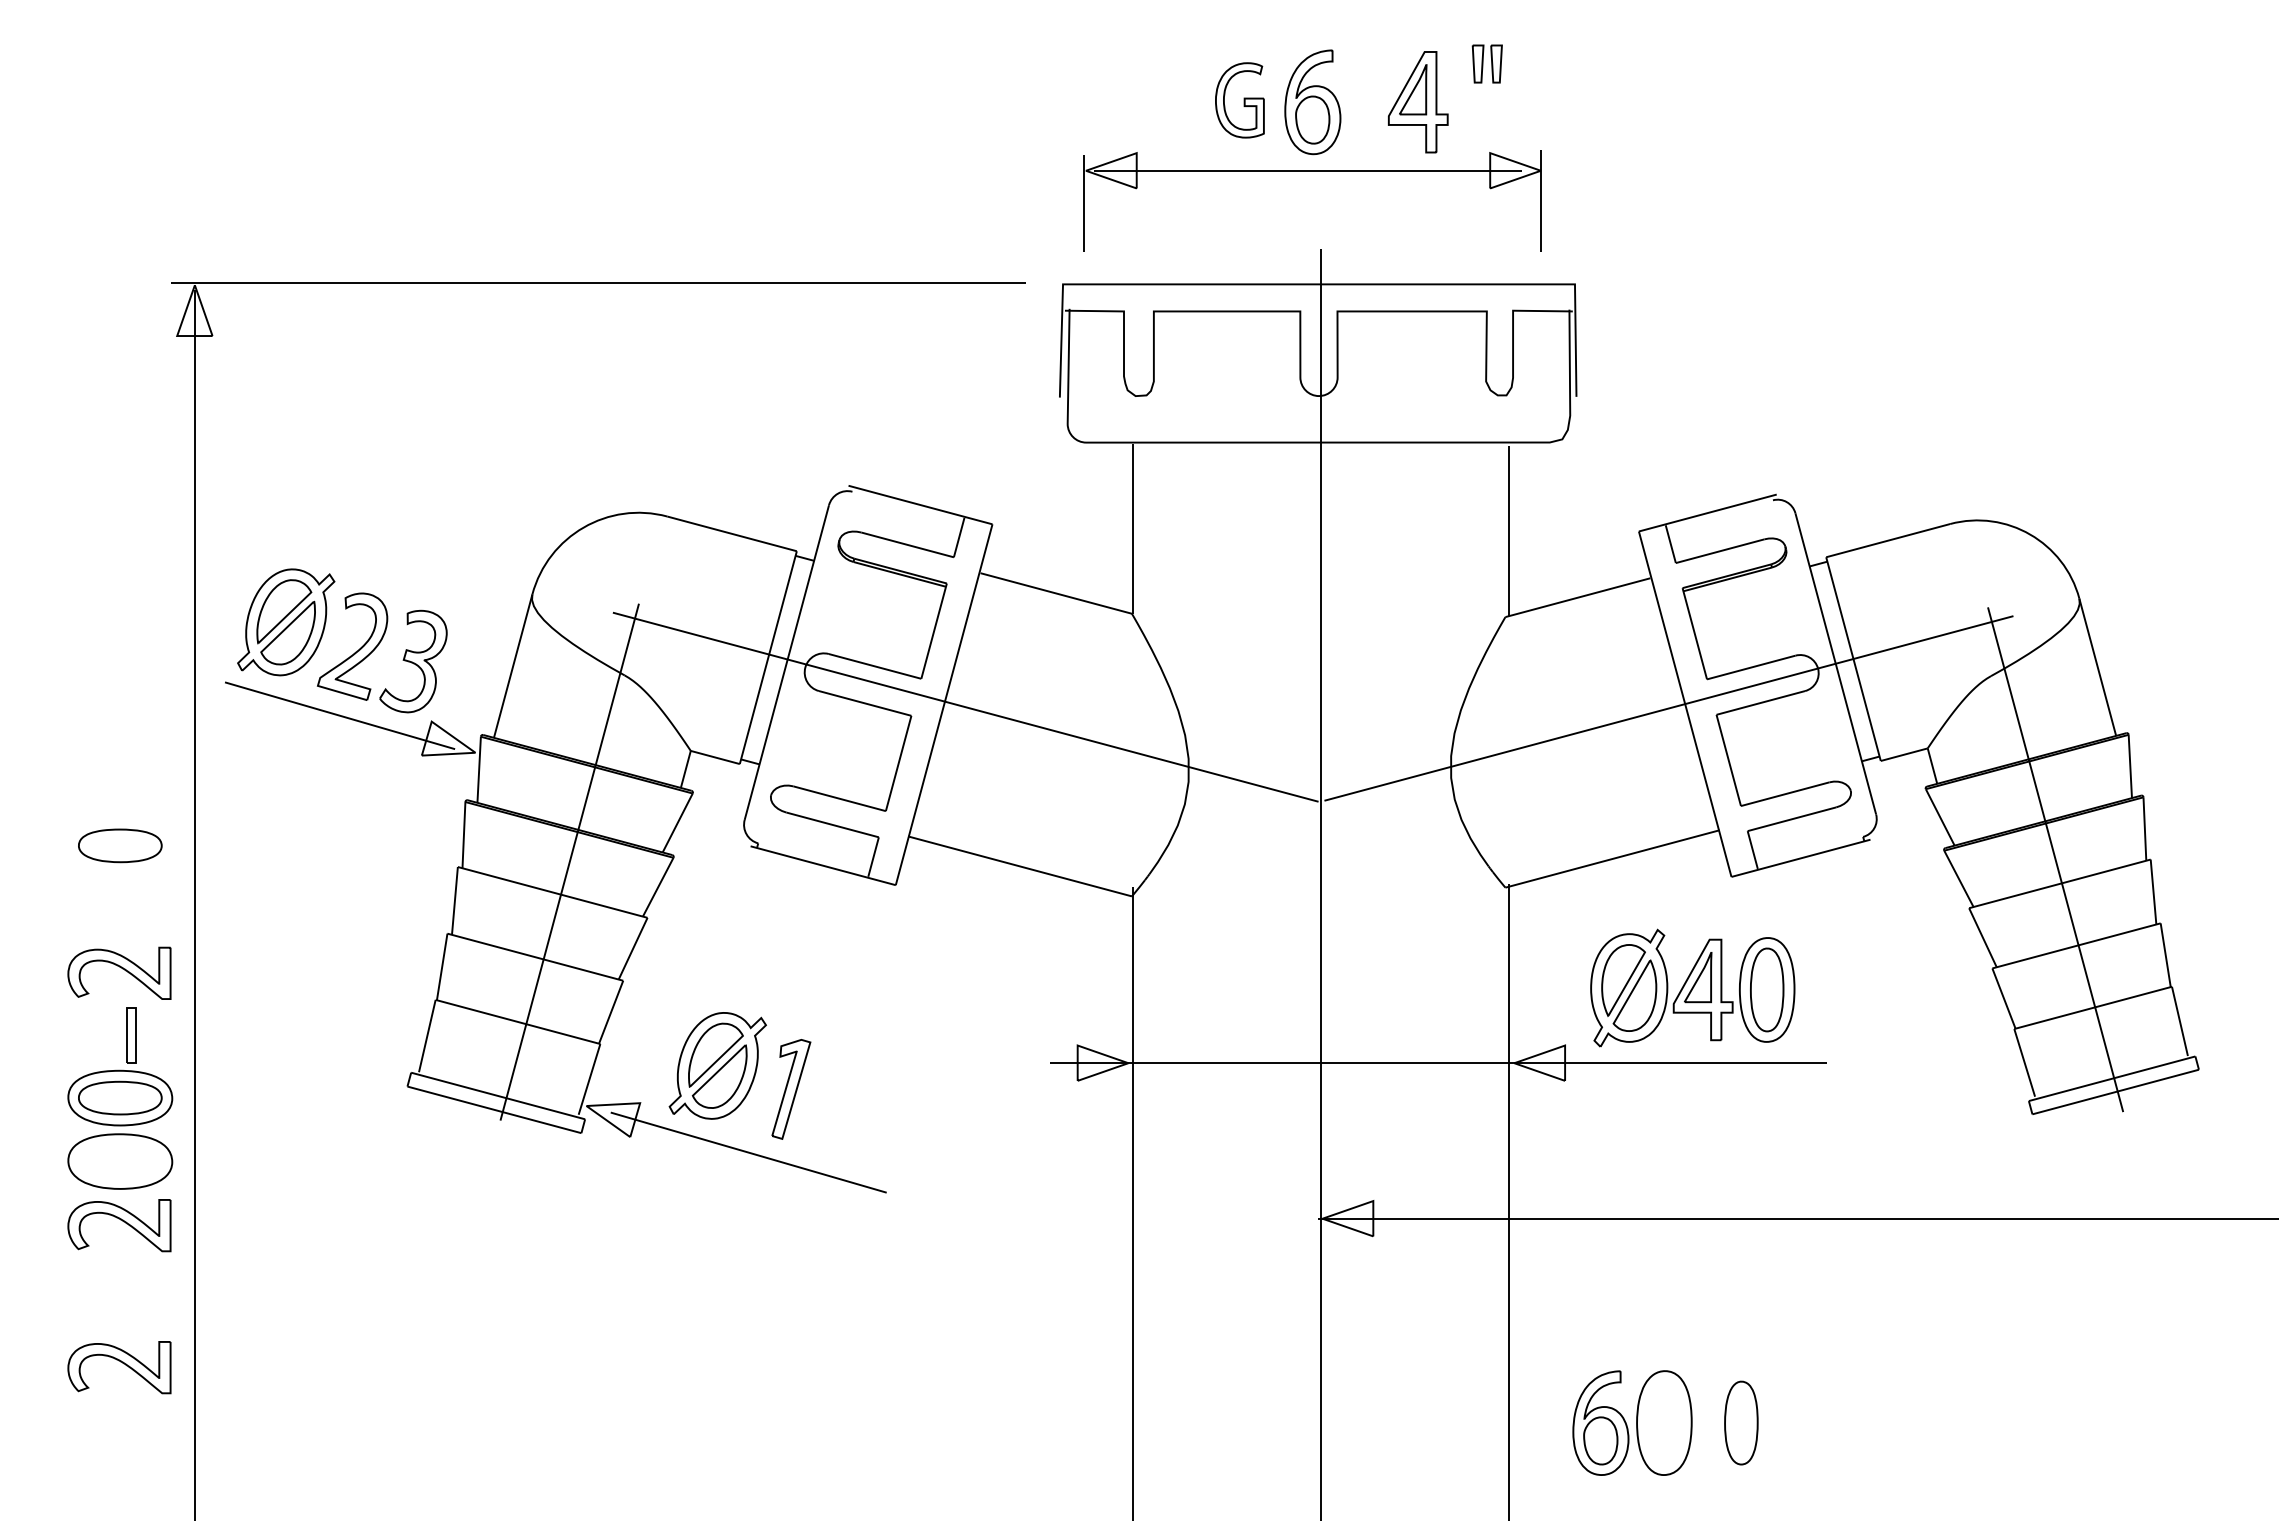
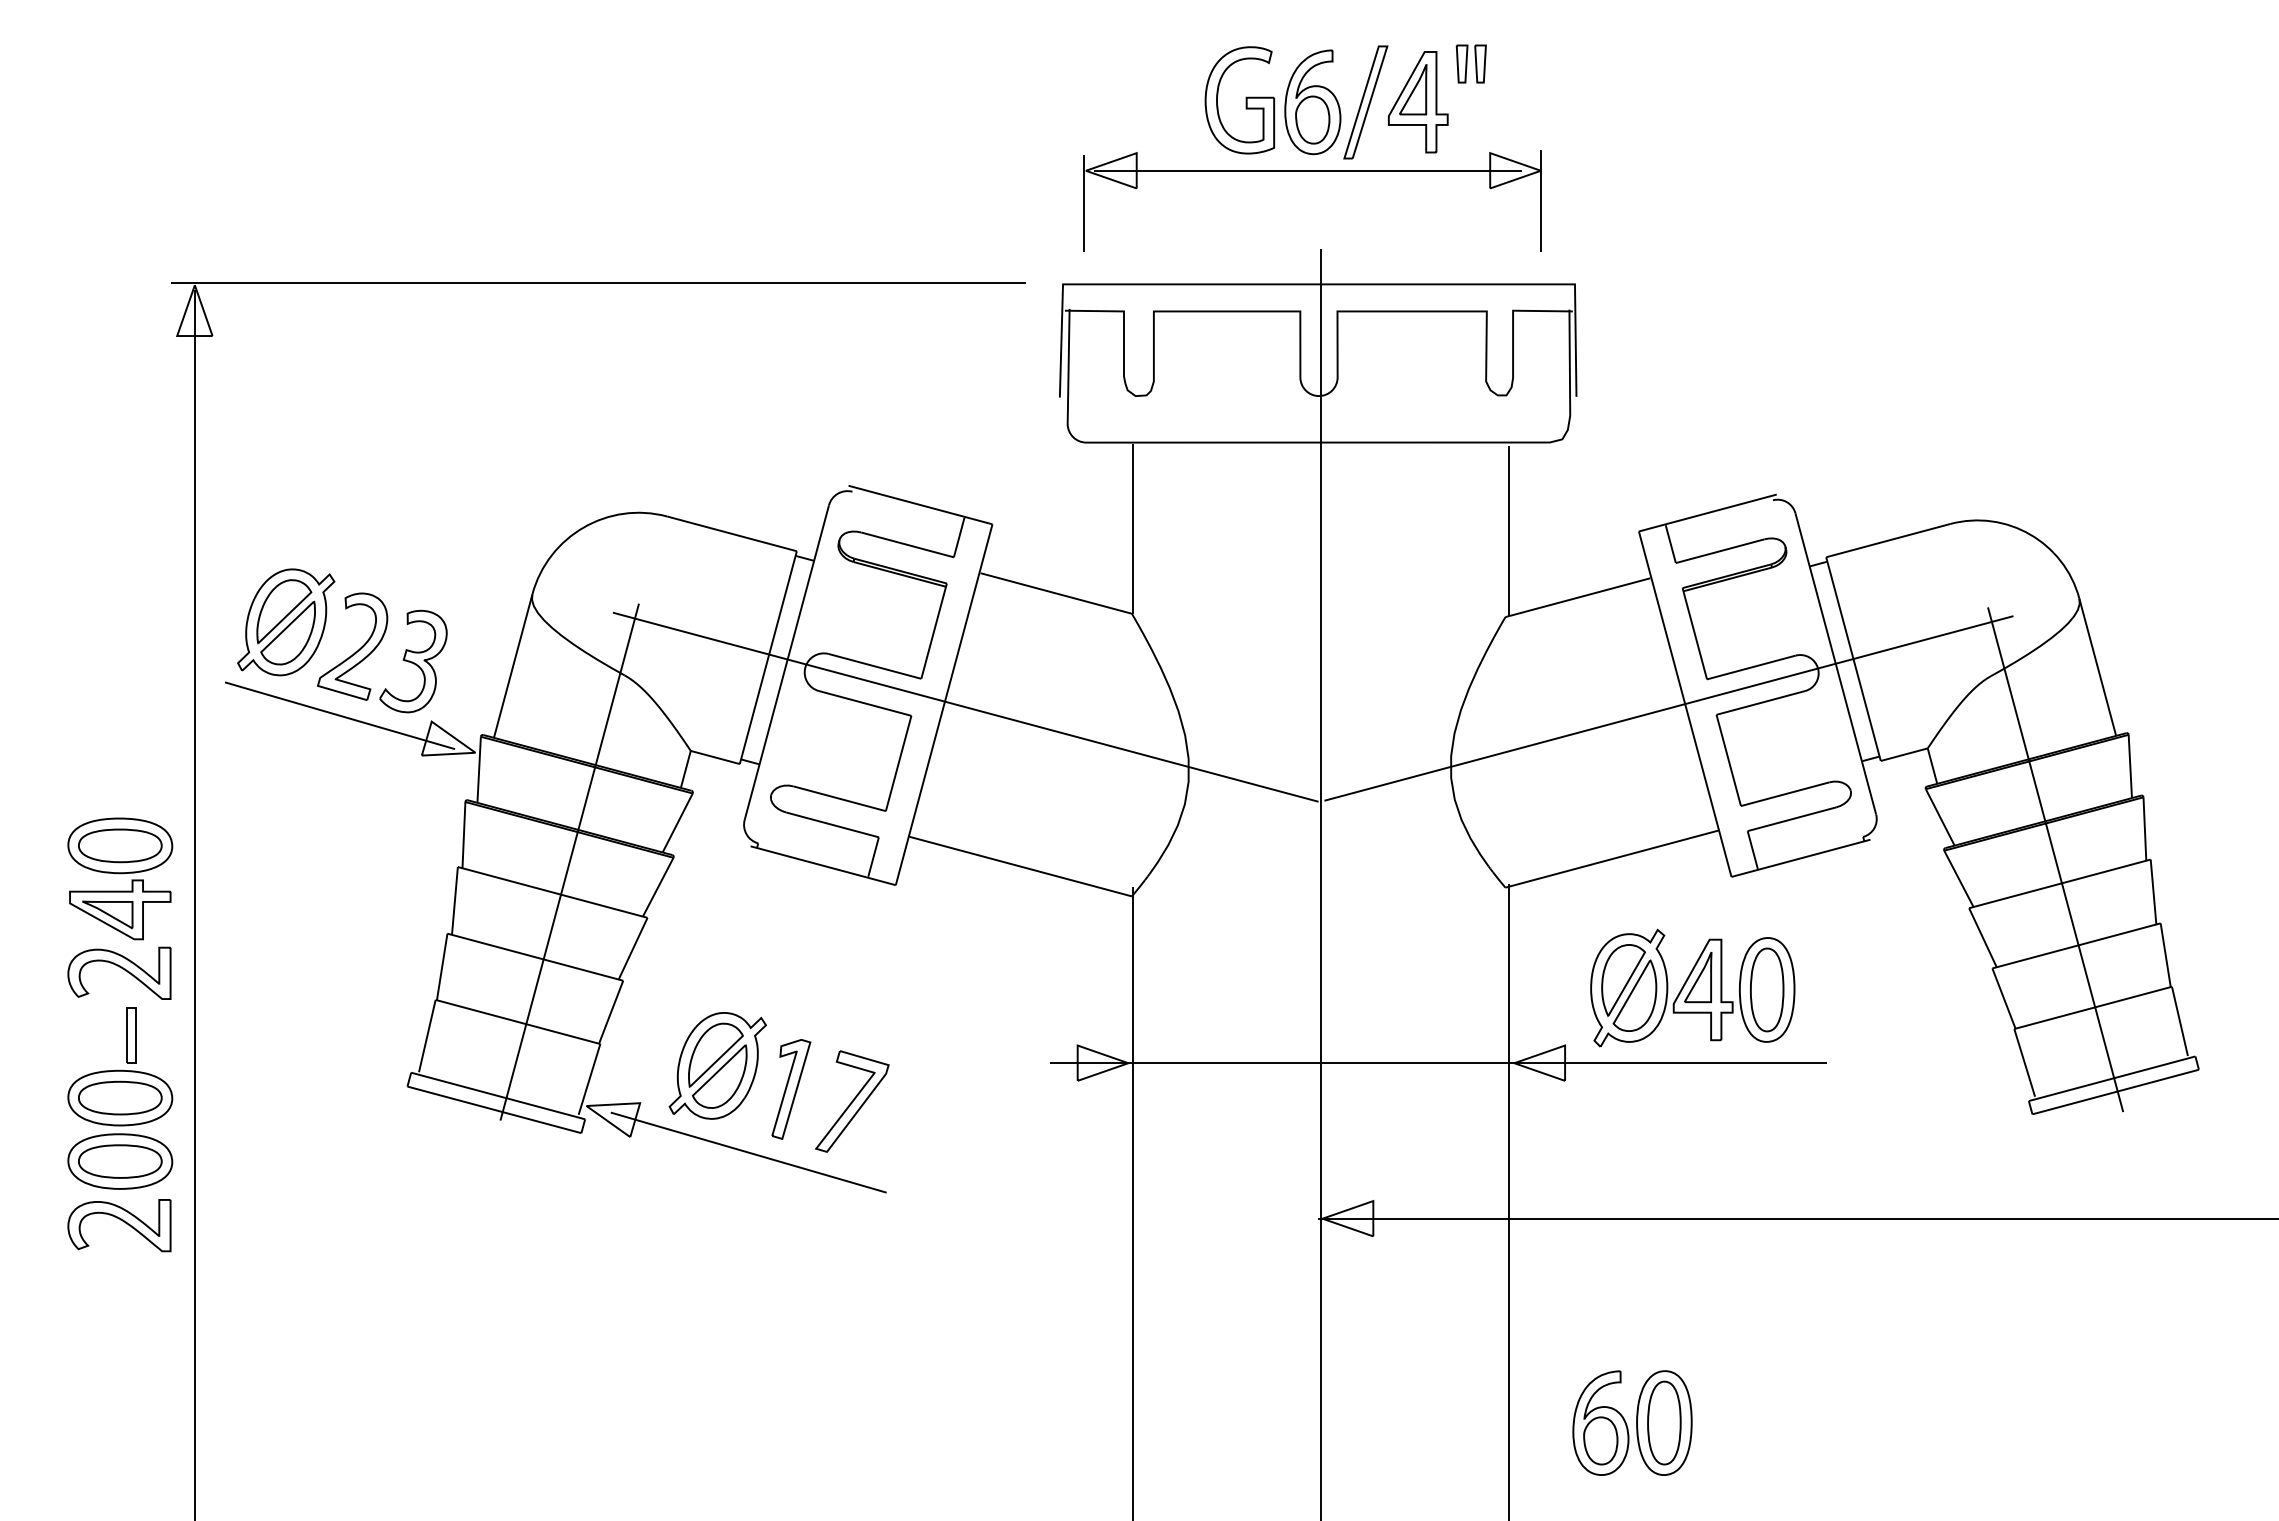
part at (1486, 63) position: (1486, 63) -> (1470, 63)
part at (1239, 100) size: 50x77 px -> 72x109 px
part at (1365, 102): none -> present
part at (120, 878): none -> present
part at (851, 1101): none -> present
part at (120, 1161): none -> present
part at (119, 1367): present -> none
part at (1741, 1422) position: (1741, 1422) -> (1664, 1422)
